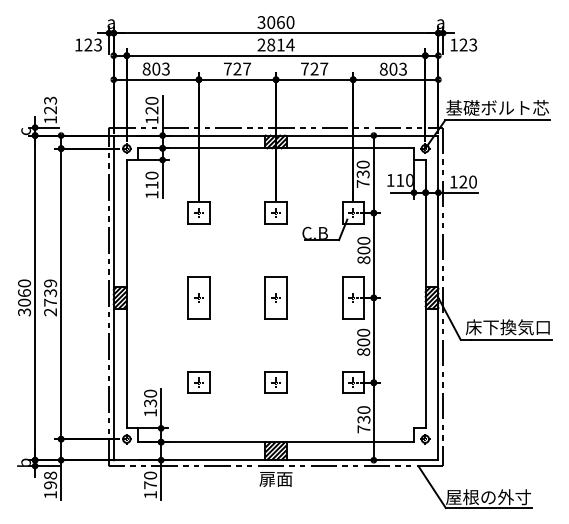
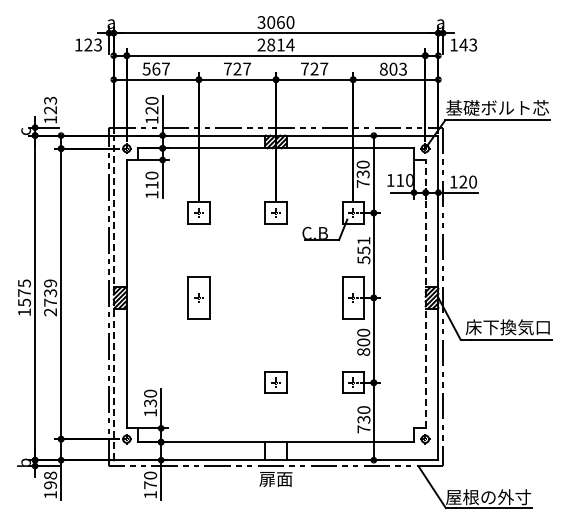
text at (463, 44): 123 -> 143
text at (155, 68): 803 -> 567
text at (363, 250): 800 -> 551
line at (425, 293): solid -> dashed
text at (24, 297): 3060 -> 1575
line at (113, 297): solid -> dashed
part at (275, 297): present -> none
part at (198, 382): present -> none
hatch at (275, 451): present -> none
